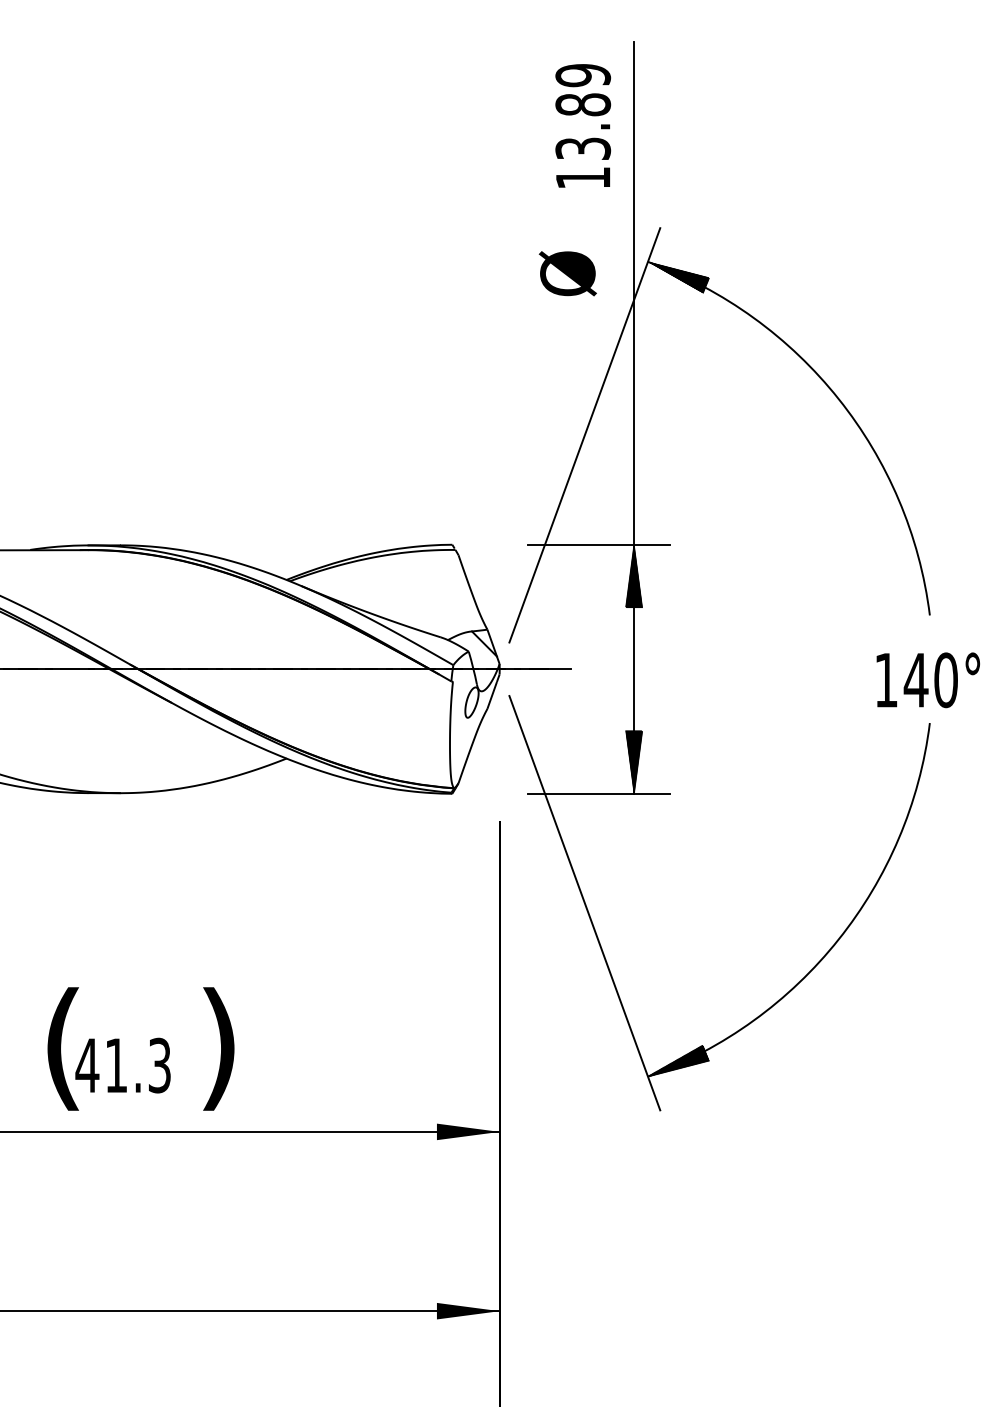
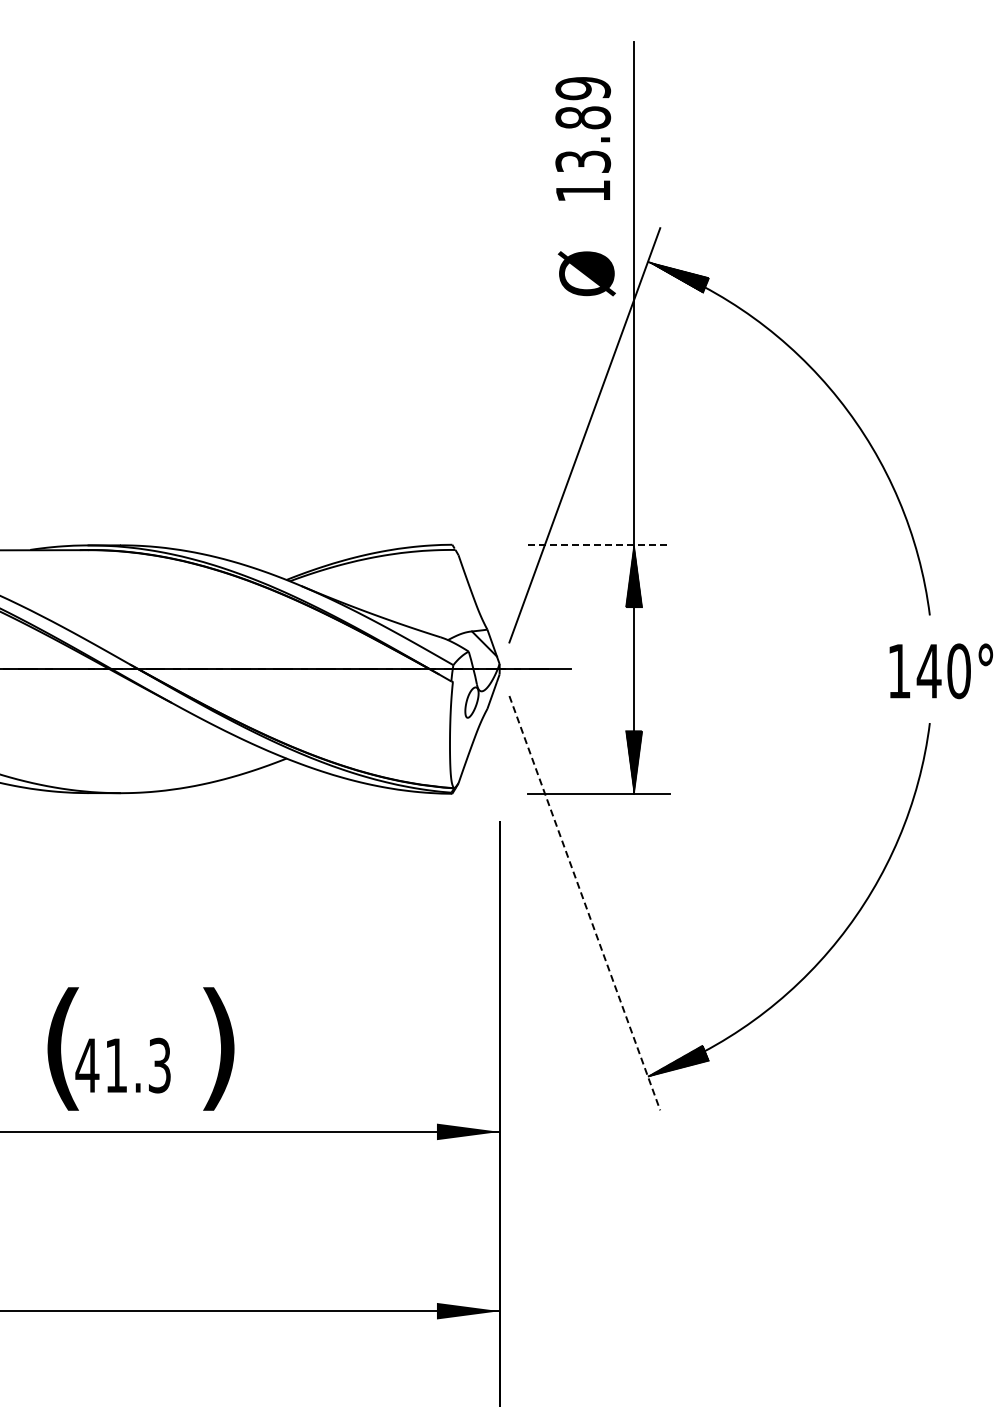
text at (583, 125) position: (583, 125) -> (583, 138)
text at (567, 273) position: (567, 273) -> (586, 273)
line at (599, 544): solid -> dashed
text at (927, 680) position: (927, 680) -> (940, 671)
line at (585, 903): solid -> dashed
